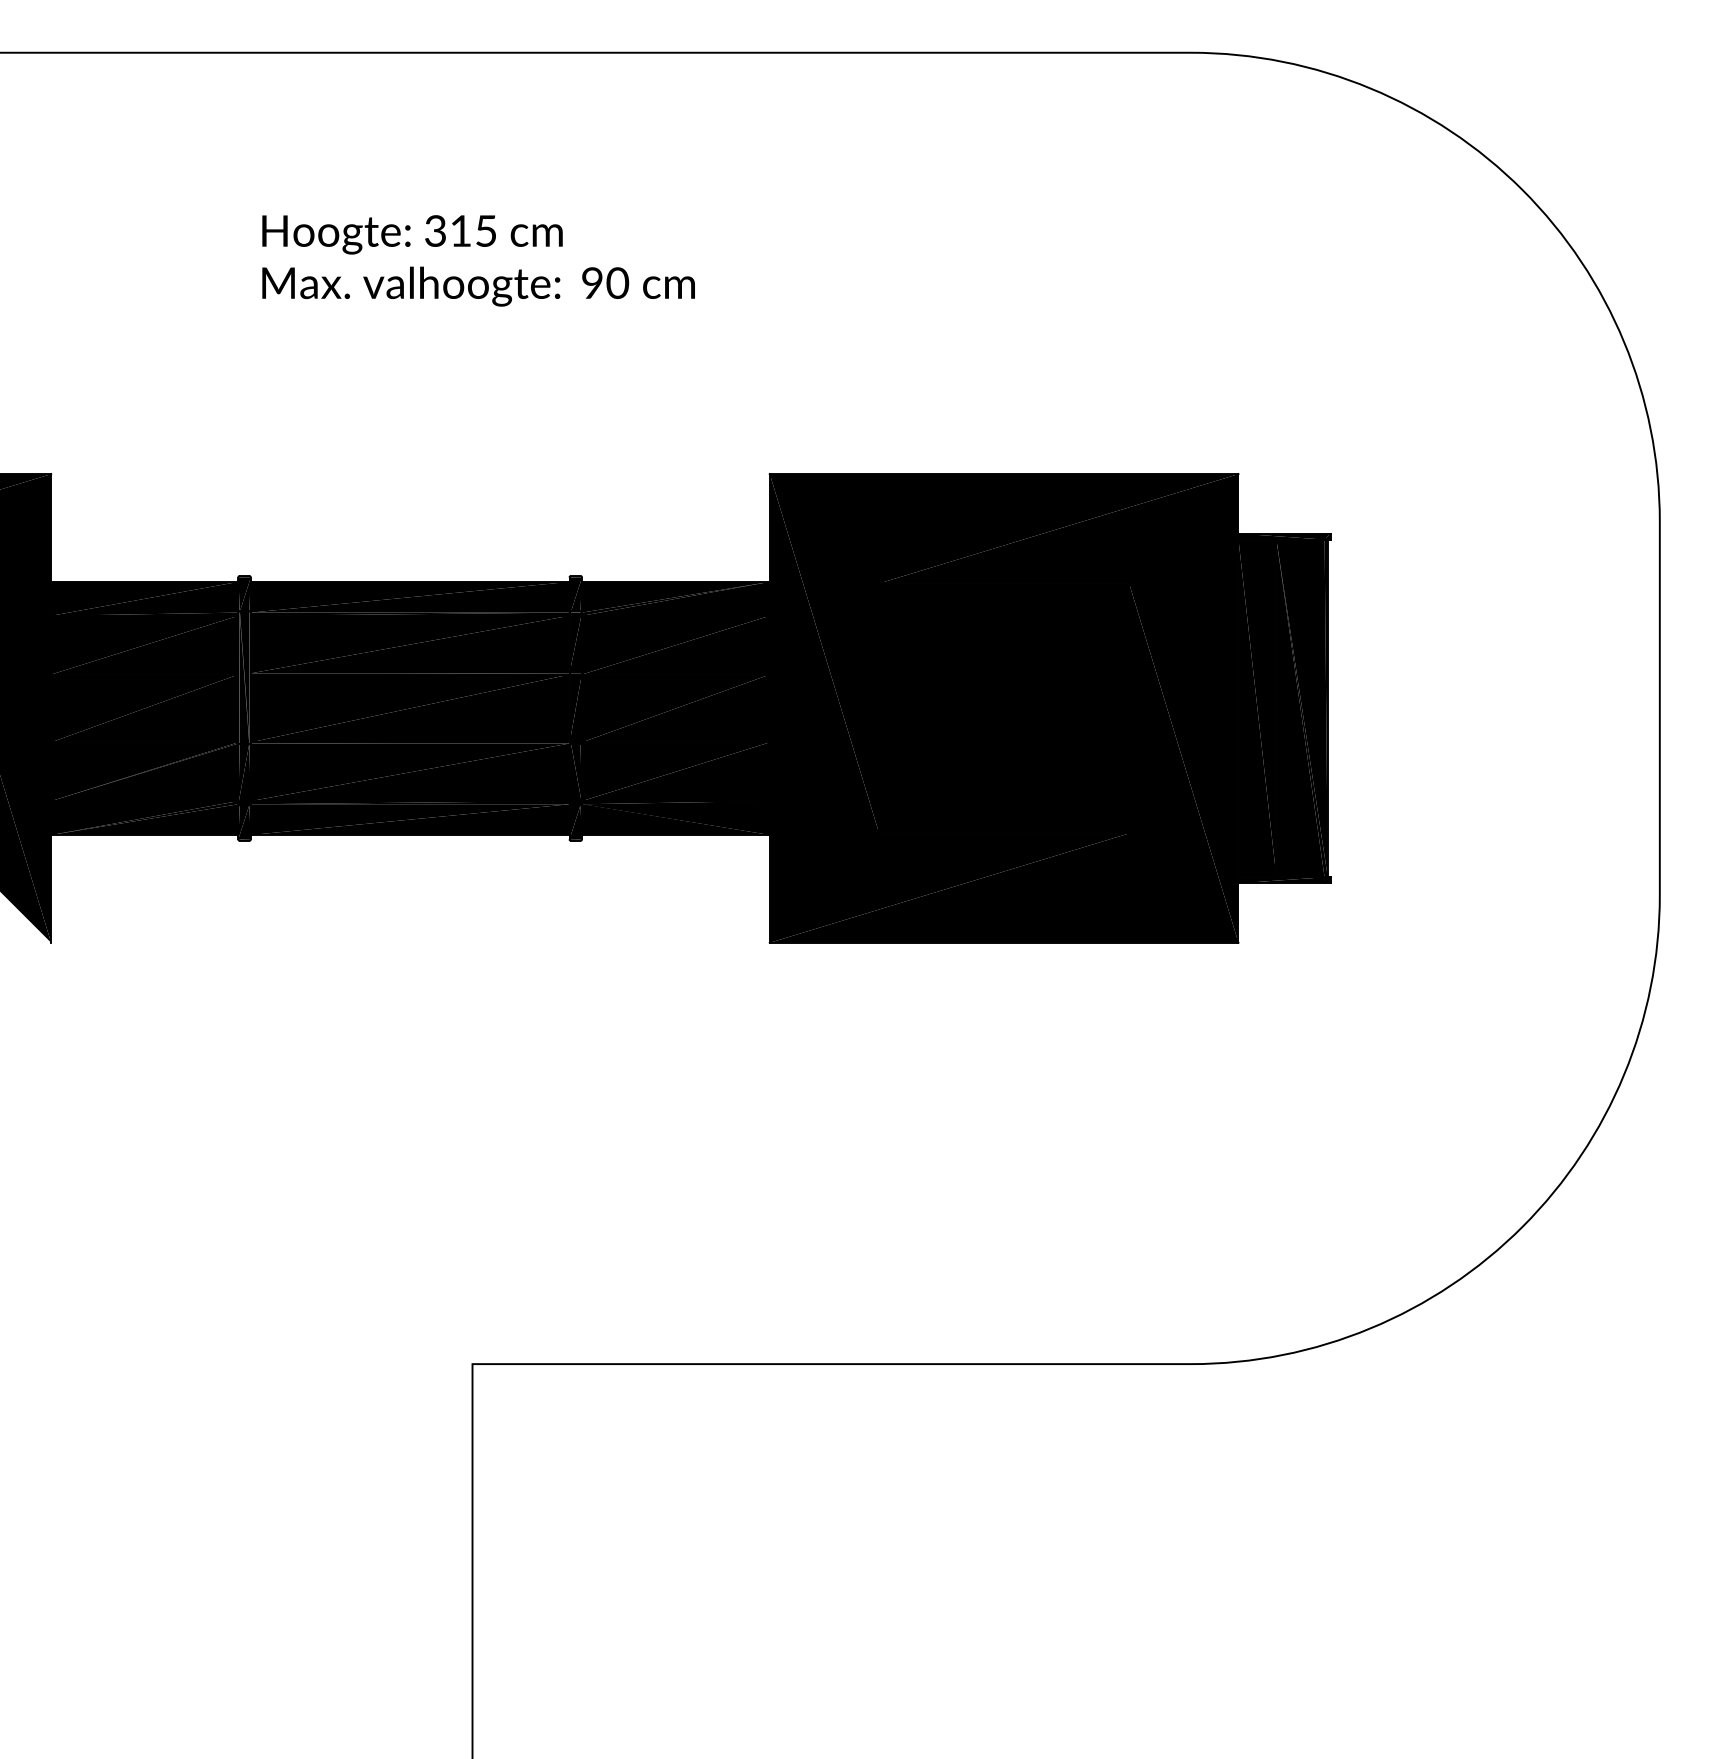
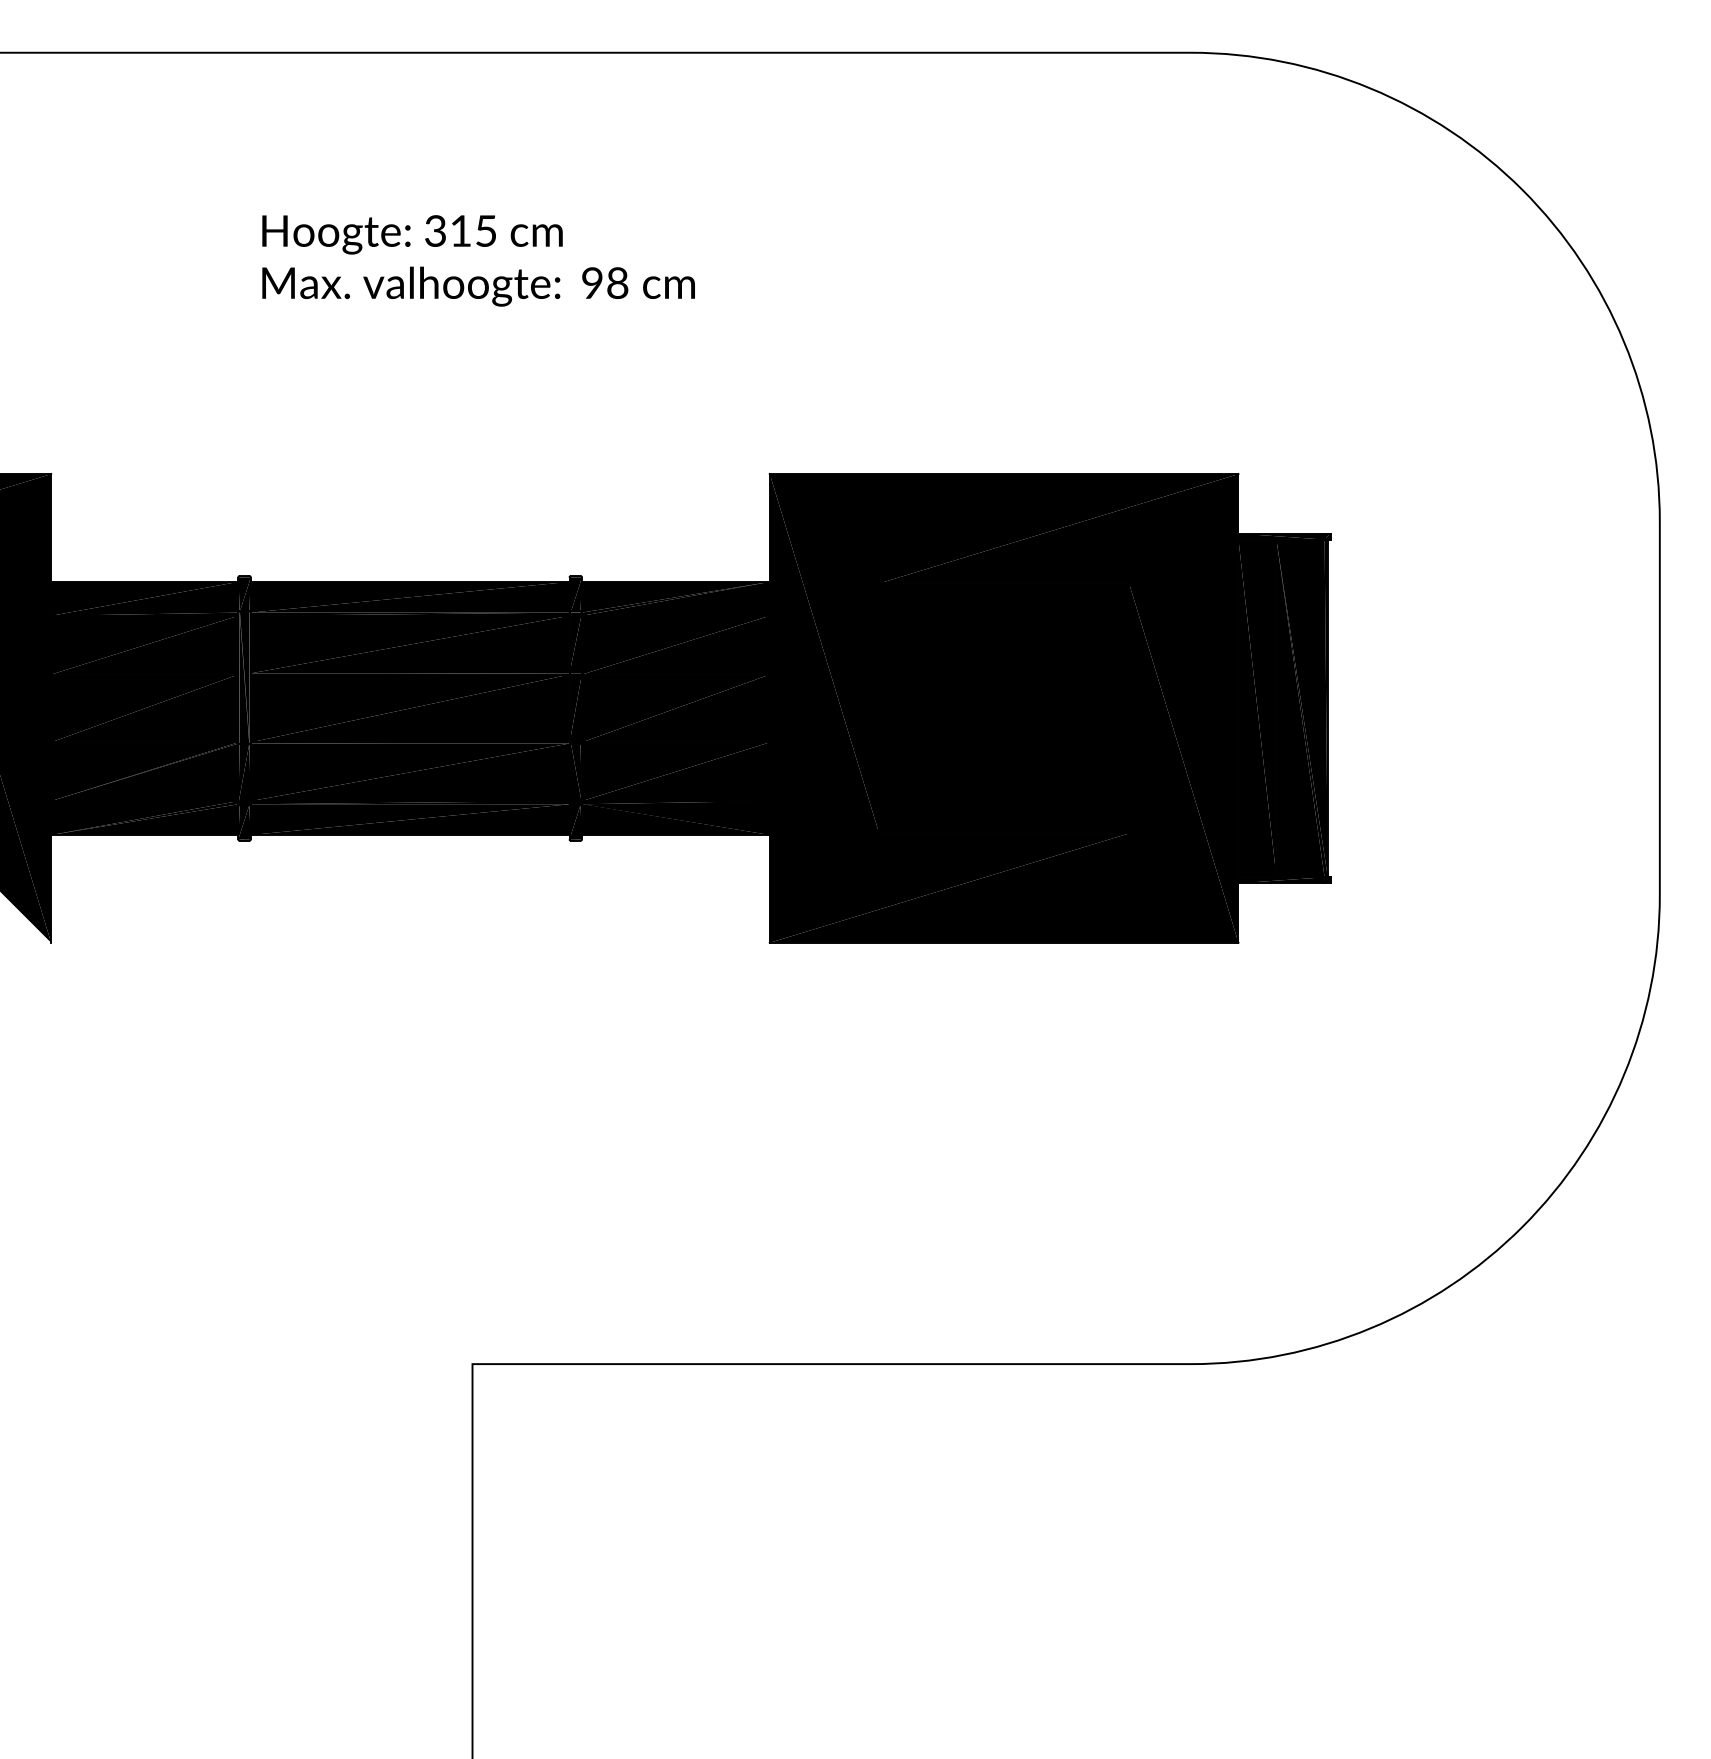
text at (617, 282): 90 -> 98
